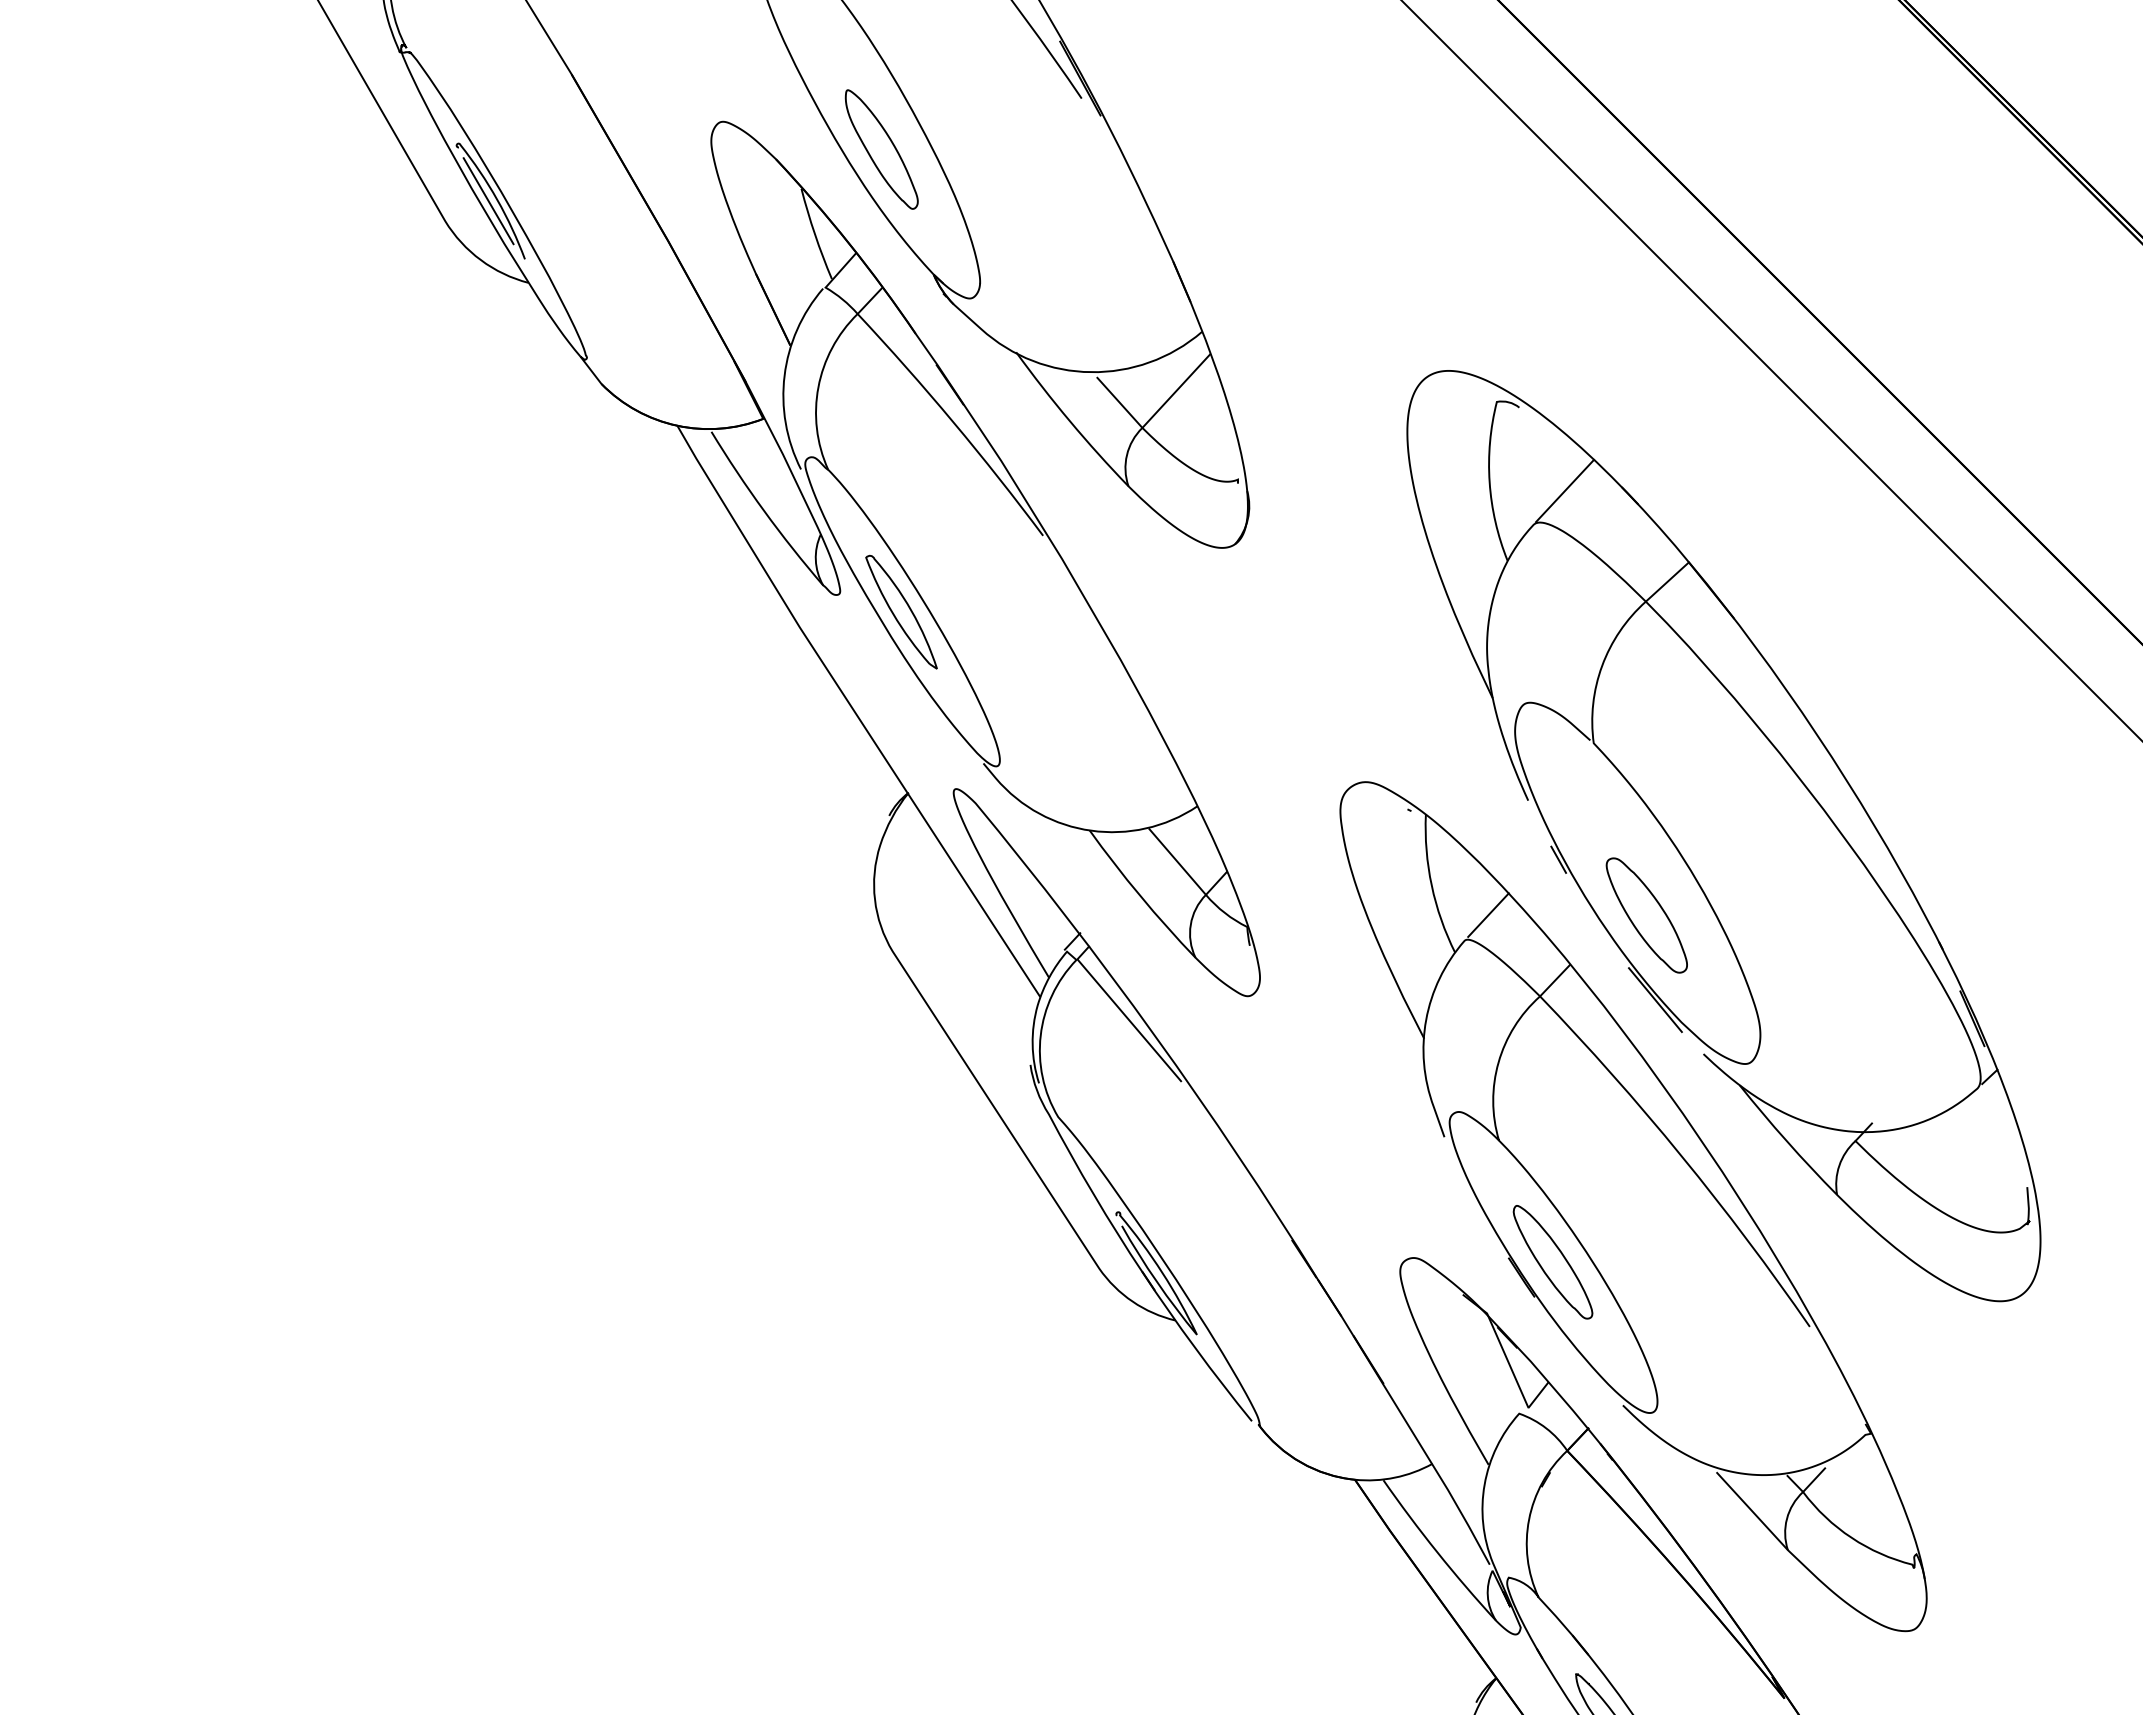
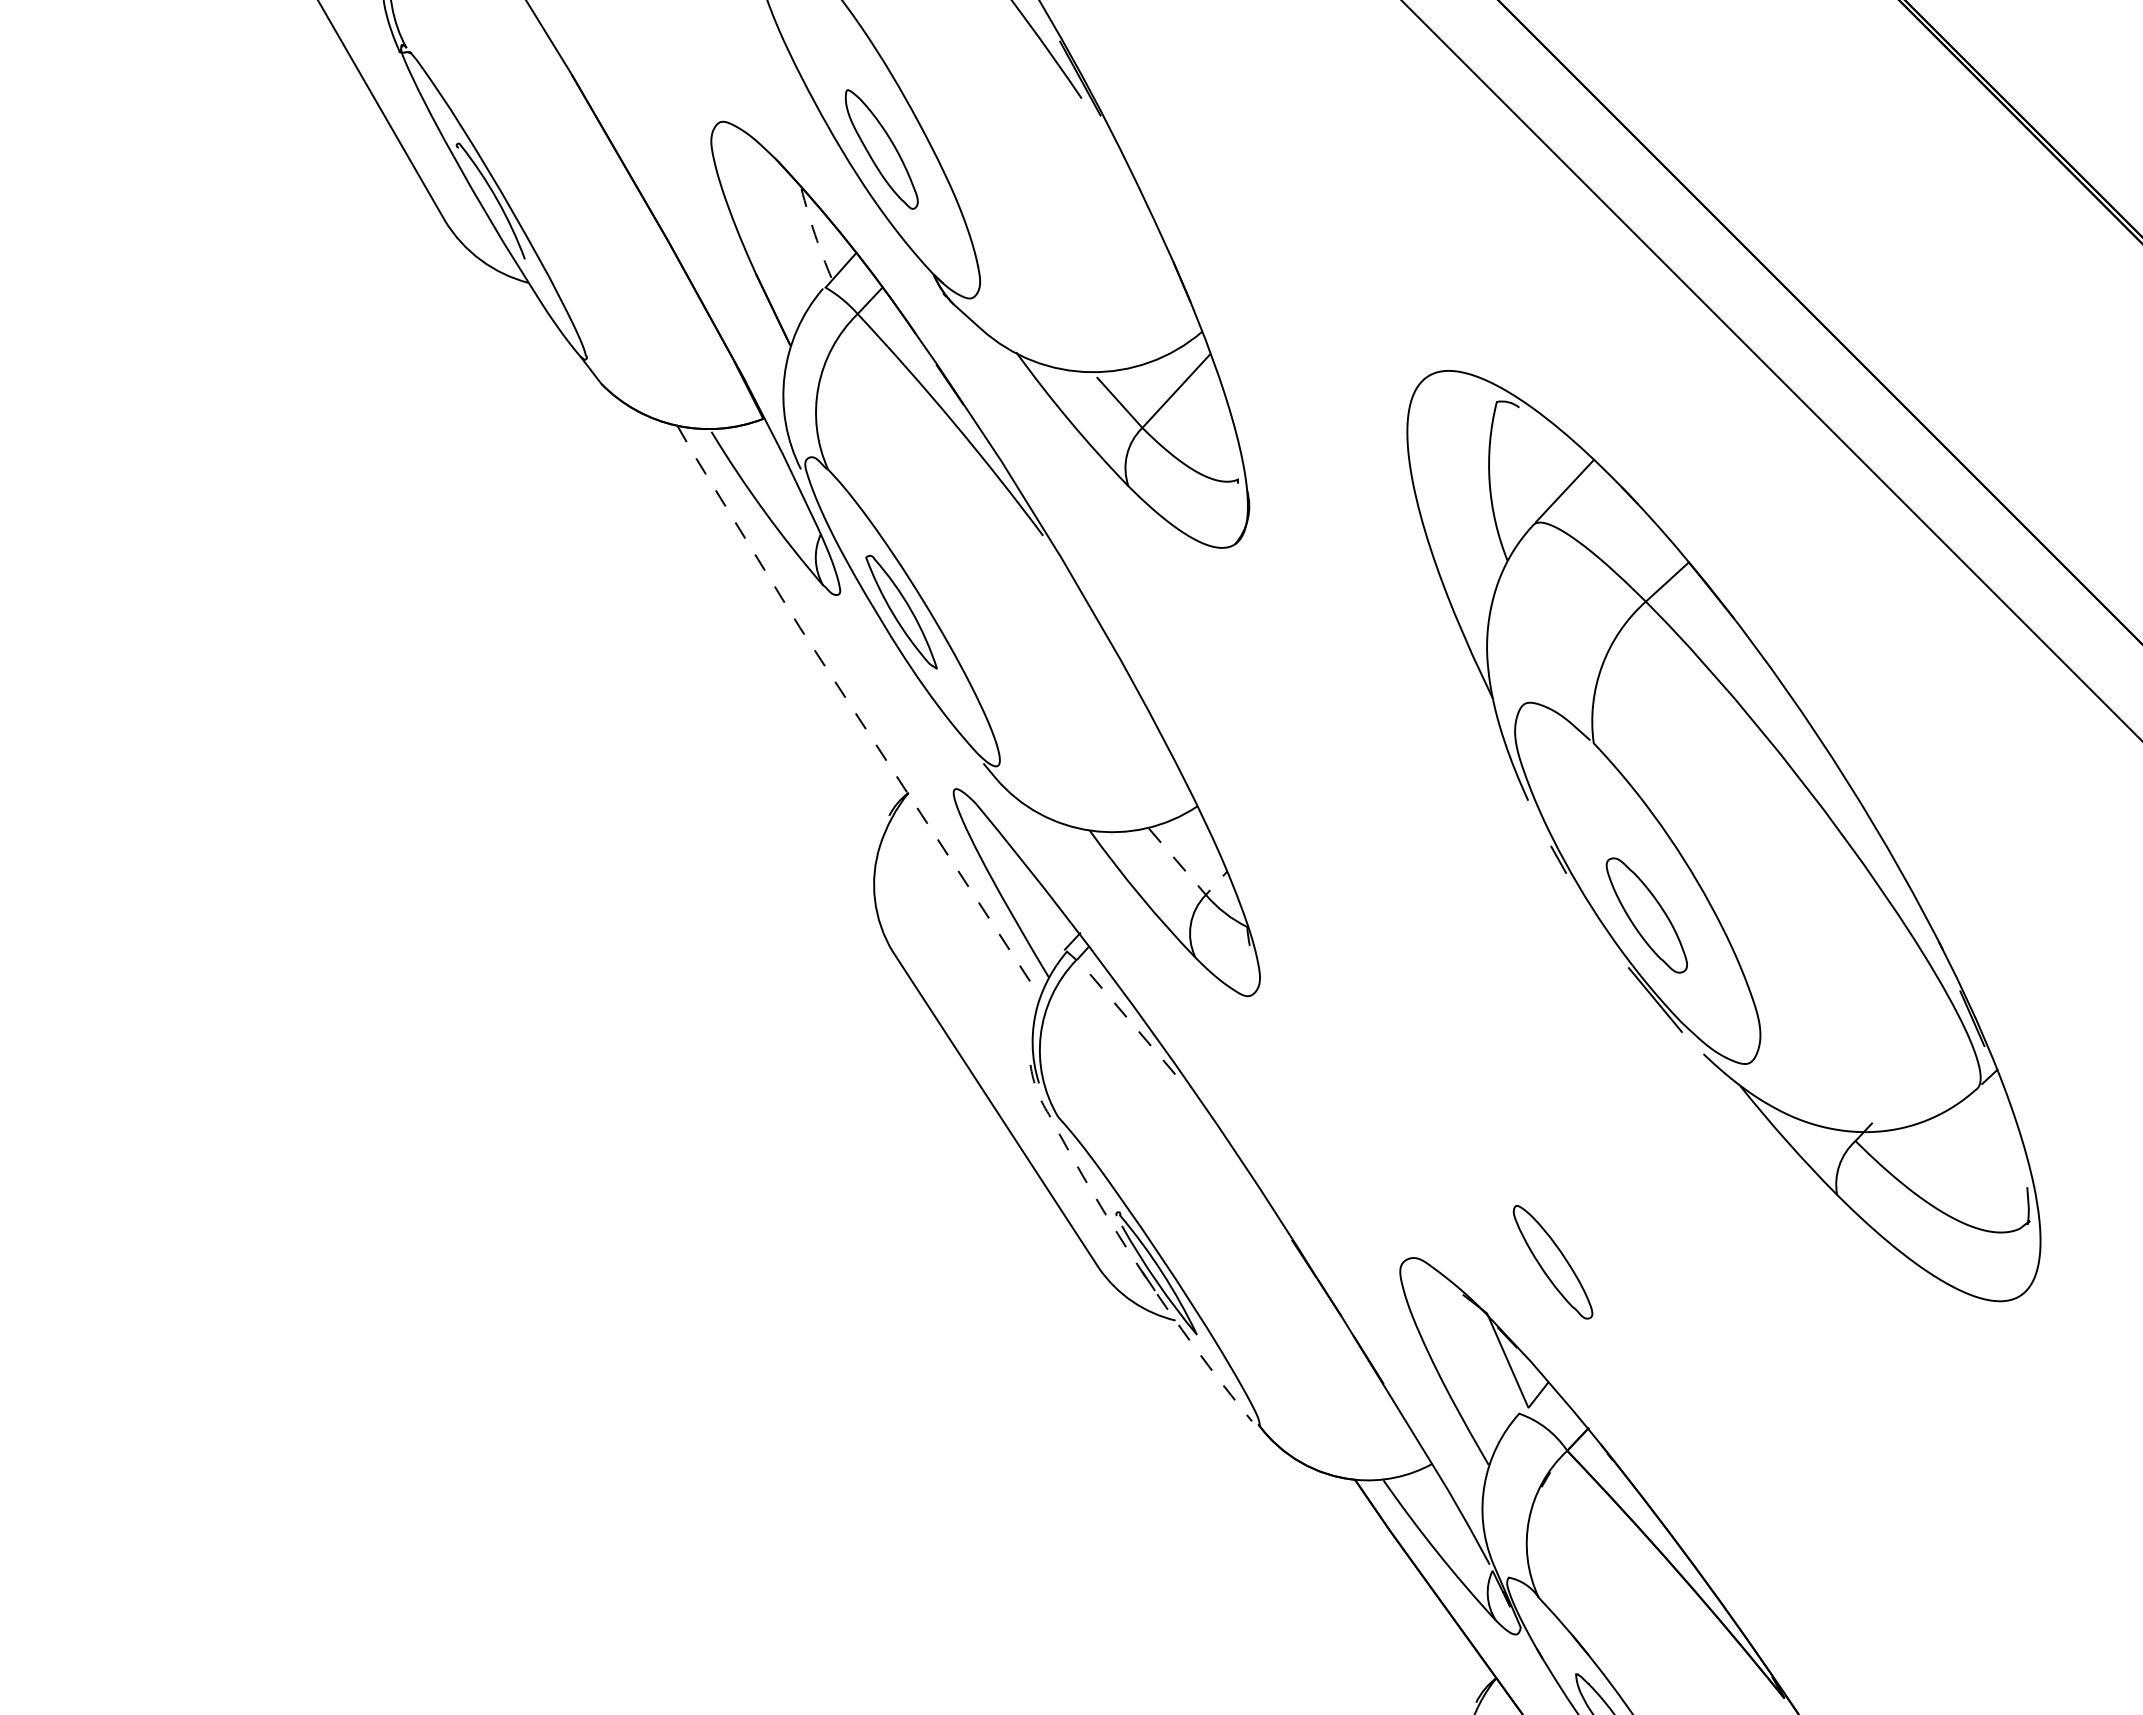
line at (488, 201): present -> none
arc at (815, 234): solid -> dashed
line at (855, 712): solid -> dashed
line at (1188, 874): solid -> dashed
line at (1123, 1013): solid -> dashed
part at (1581, 1242): present -> none
line at (1127, 1248): solid -> dashed
